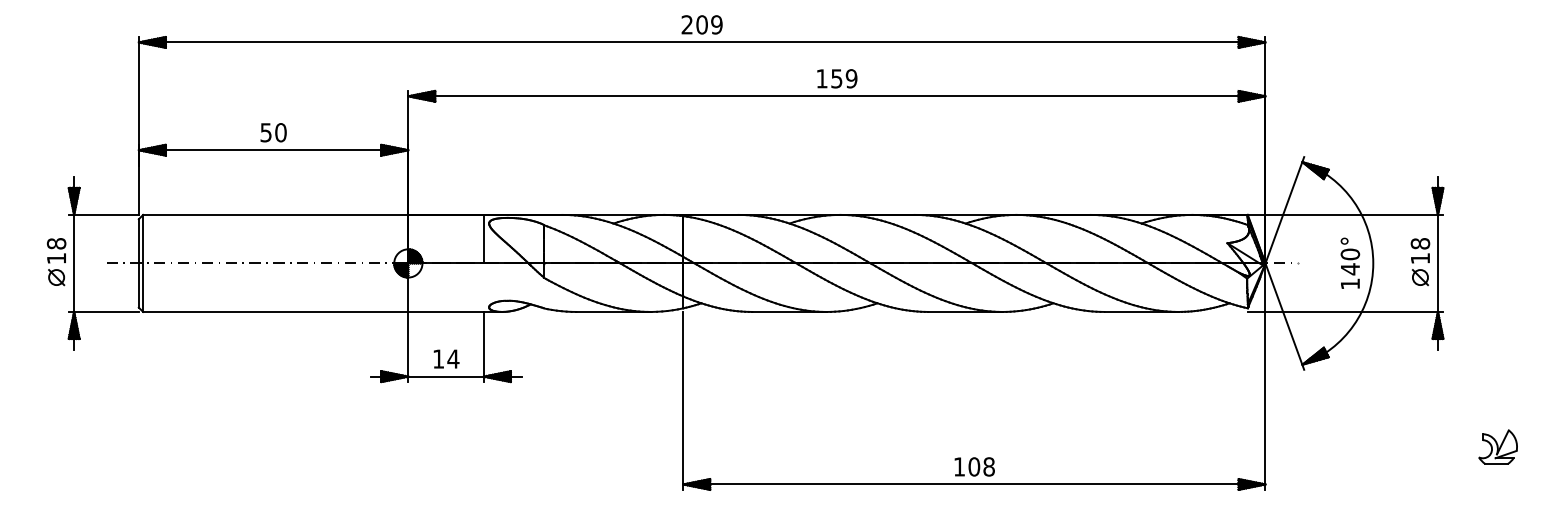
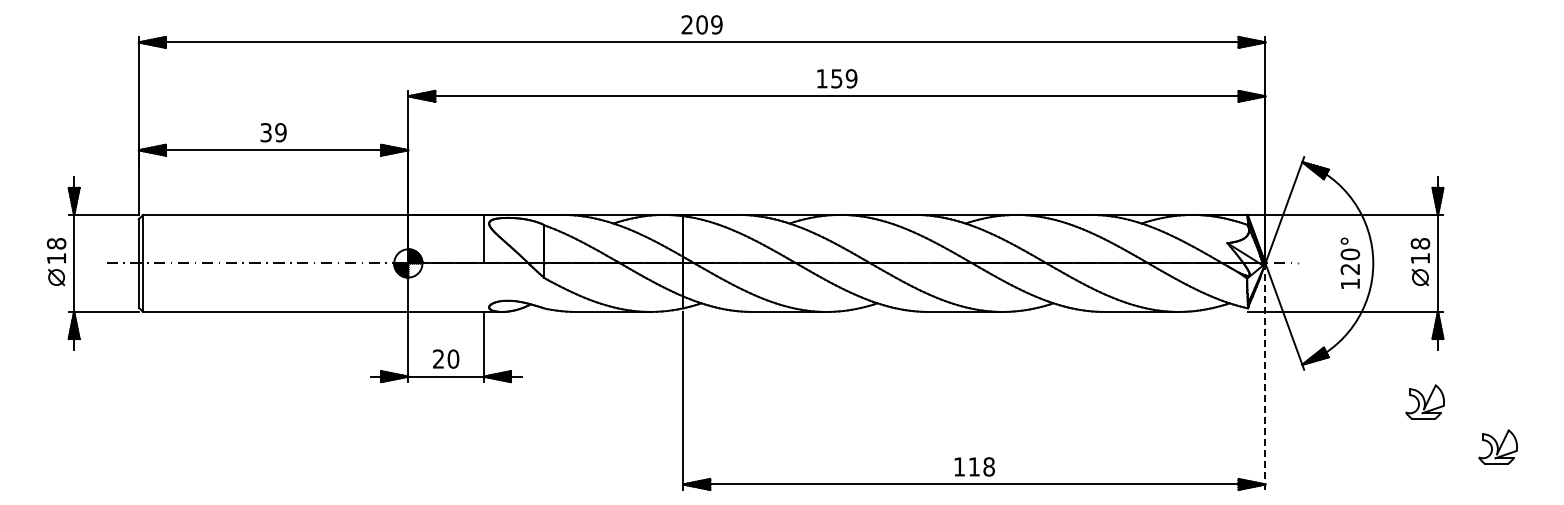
text at (273, 132): 50 -> 39
text at (1349, 269): 140° -> 120°
text at (446, 358): 14 -> 20
line at (1265, 376): solid -> dashed
part at (1424, 401): none -> present
text at (974, 466): 108 -> 118
